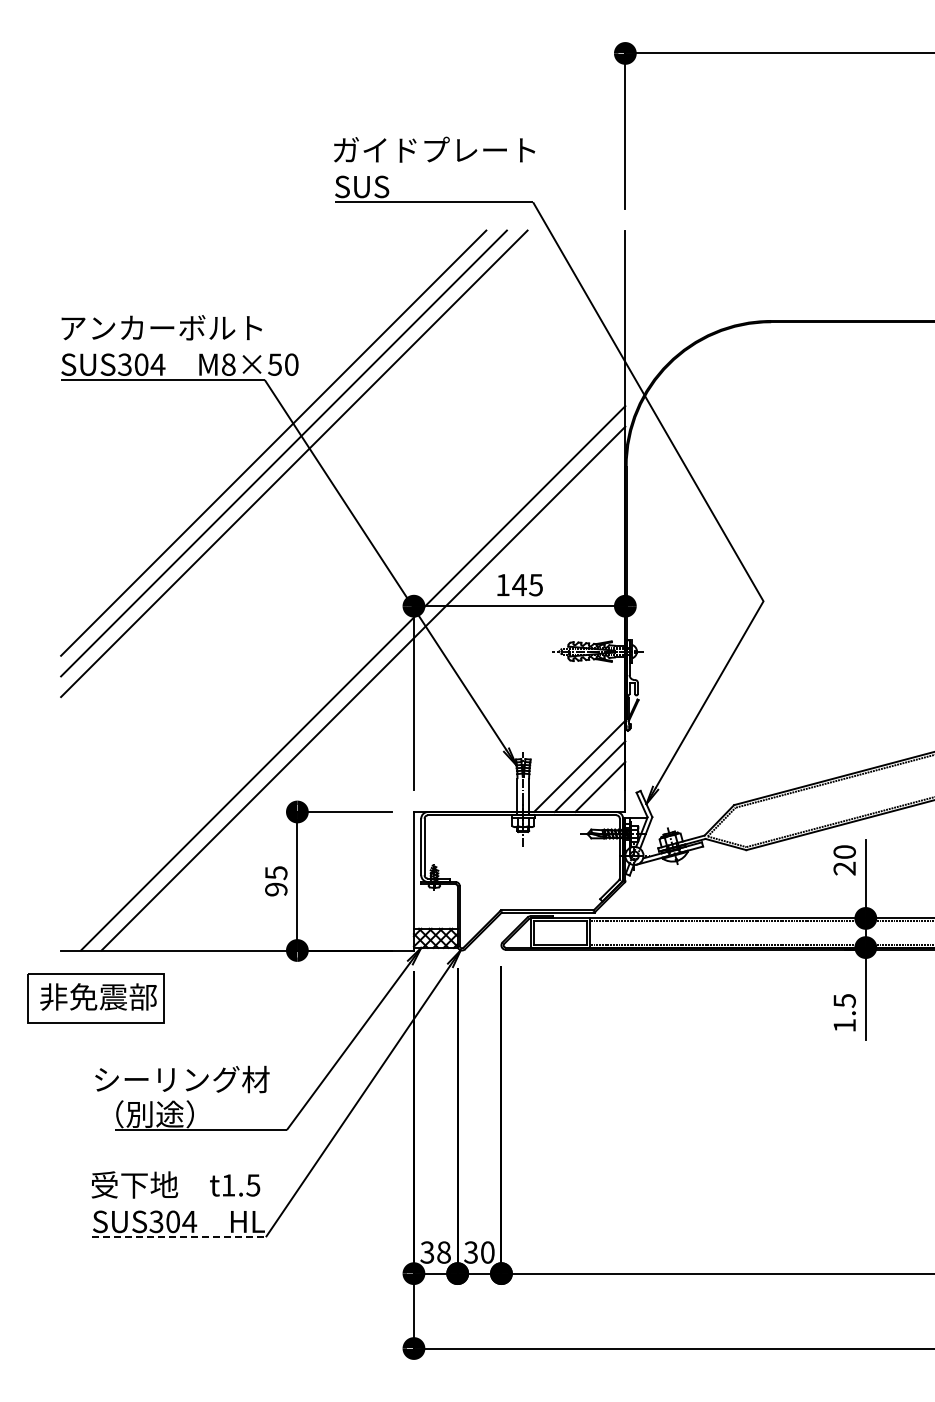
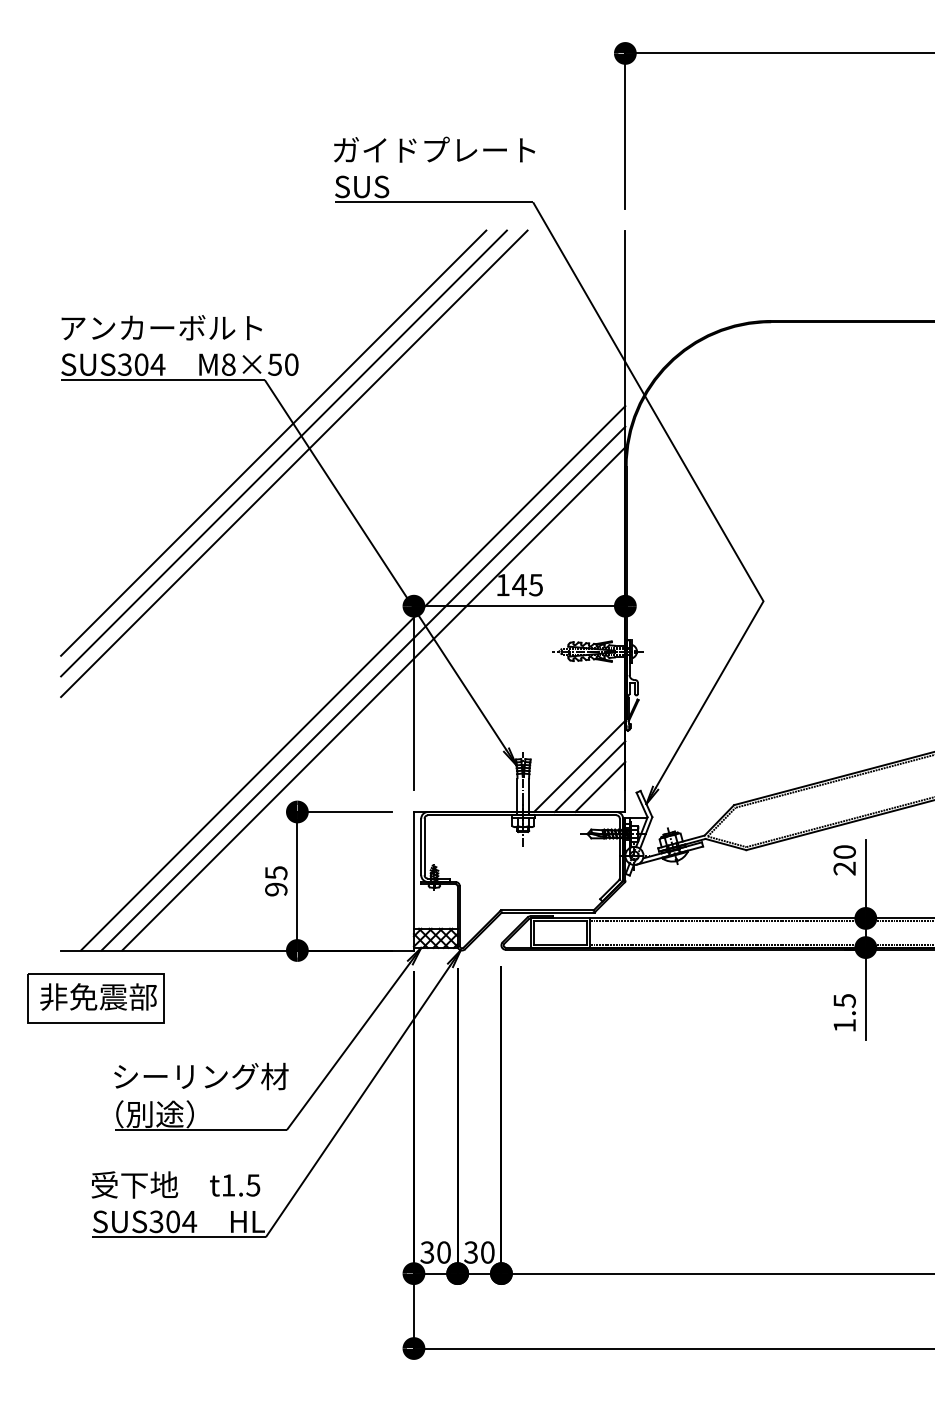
line at (373, 698): none -> present
text at (182, 1079) position: (182, 1079) -> (201, 1076)
line at (179, 1237): dashed -> solid
text at (443, 1252): 38 -> 30
